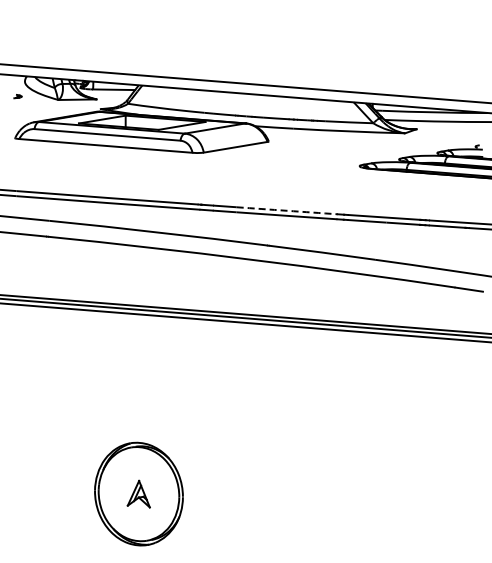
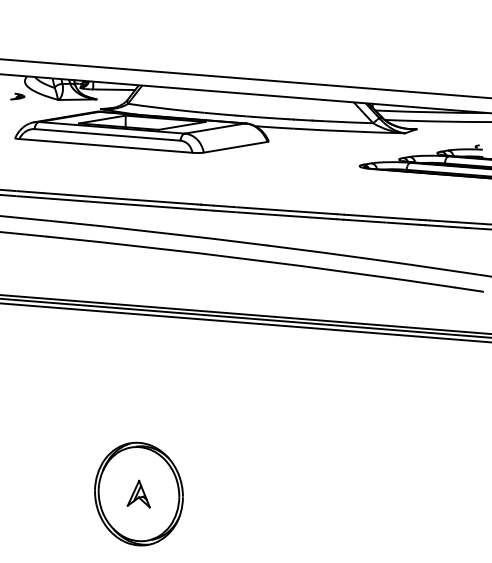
line at (245, 83) position: (245, 83) -> (245, 78)
part at (17, 96) size: 10x6 px -> 16x9 px
arc at (287, 210): dashed -> solid
